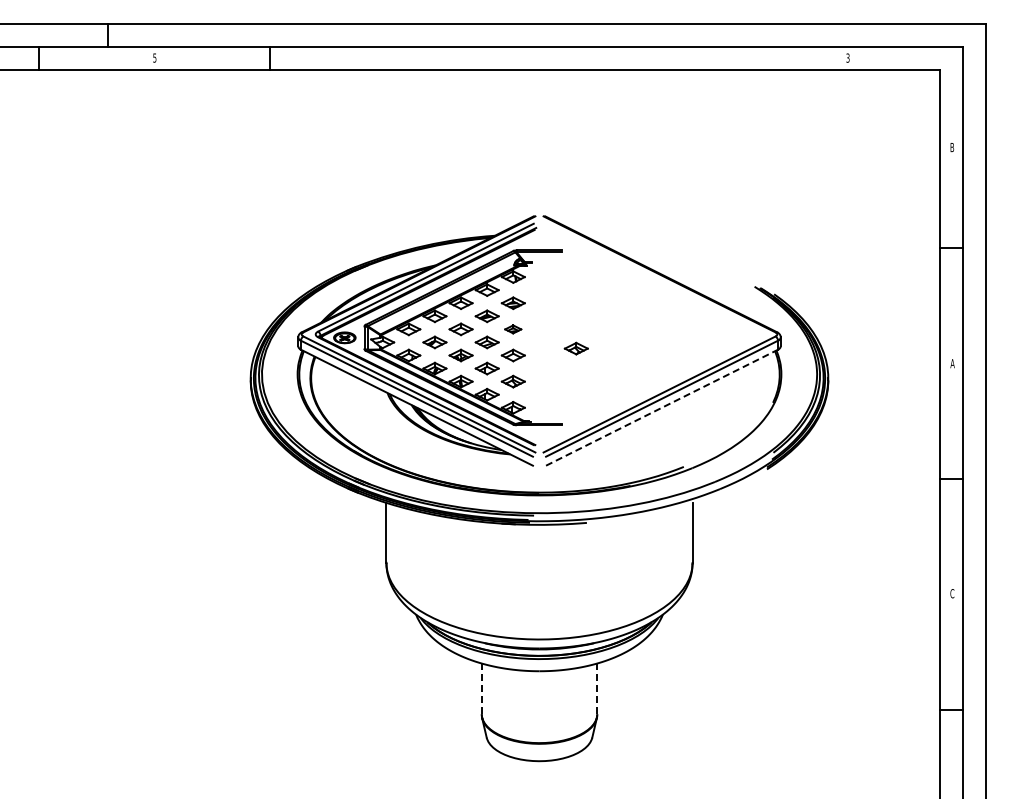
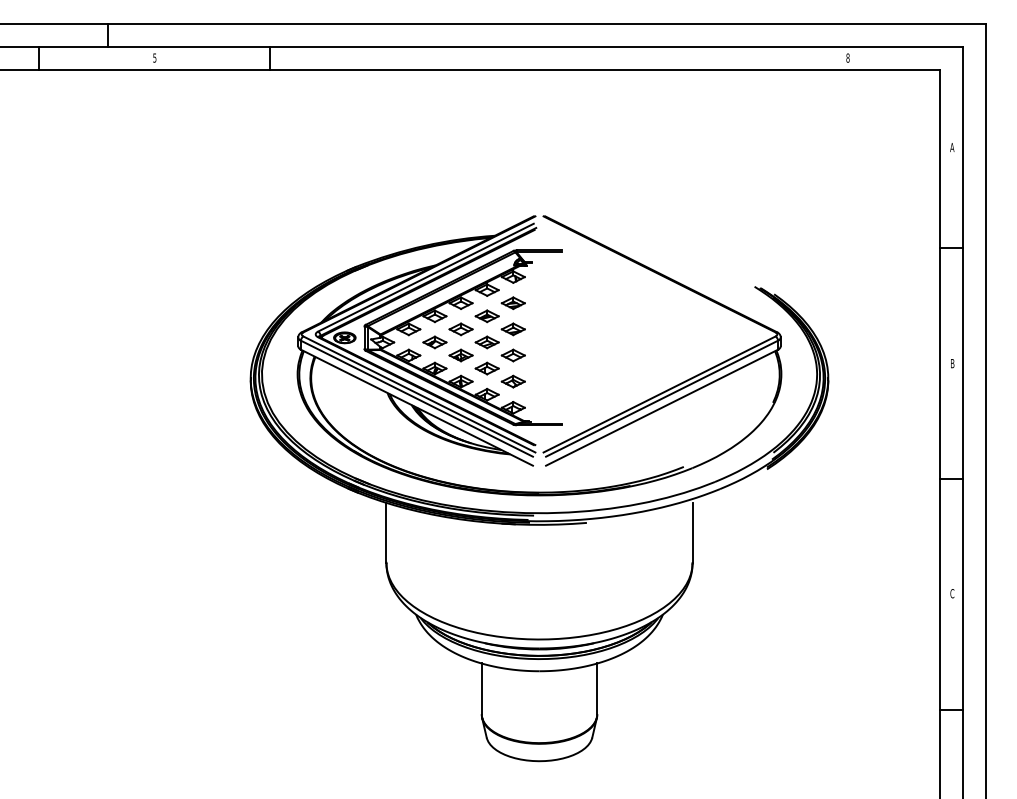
text at (847, 57): 3 -> 8
text at (952, 147): B -> A
part at (513, 329) size: 19x11 px -> 26x15 px
part at (575, 348): present -> none
text at (952, 363): A -> B
line at (662, 407): dashed -> solid
line at (597, 688): dashed -> solid
line at (481, 689): dashed -> solid
